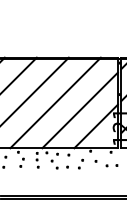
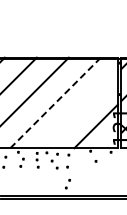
line at (55, 102): solid -> dashed
line at (79, 110): present -> none
part at (80, 163) position: (80, 163) -> (67, 183)
part at (111, 165): present -> none
